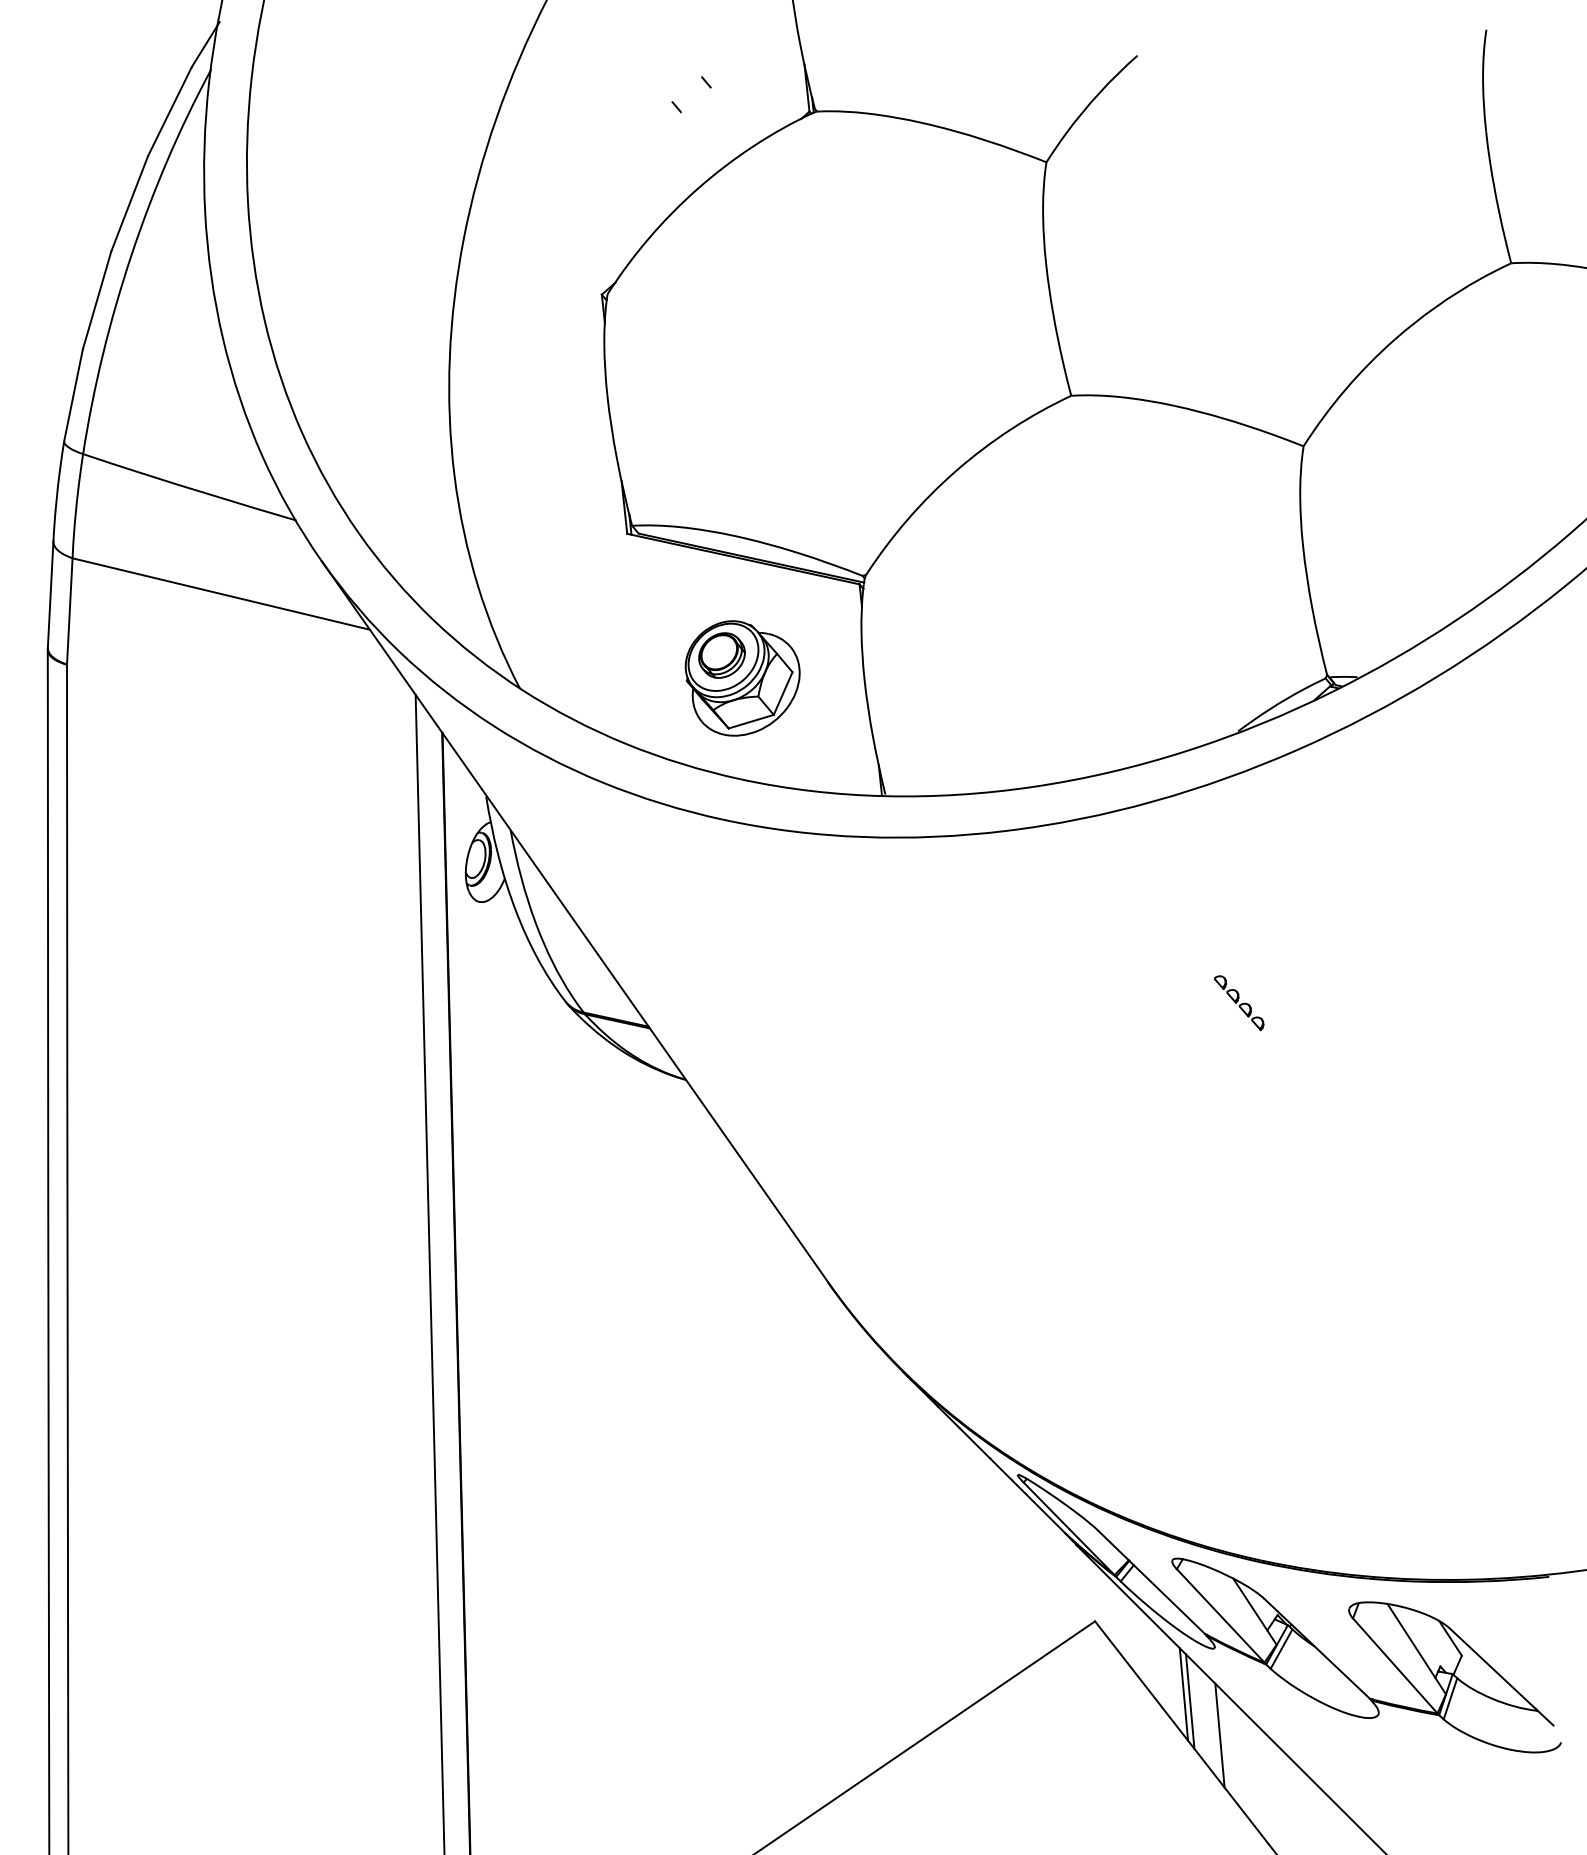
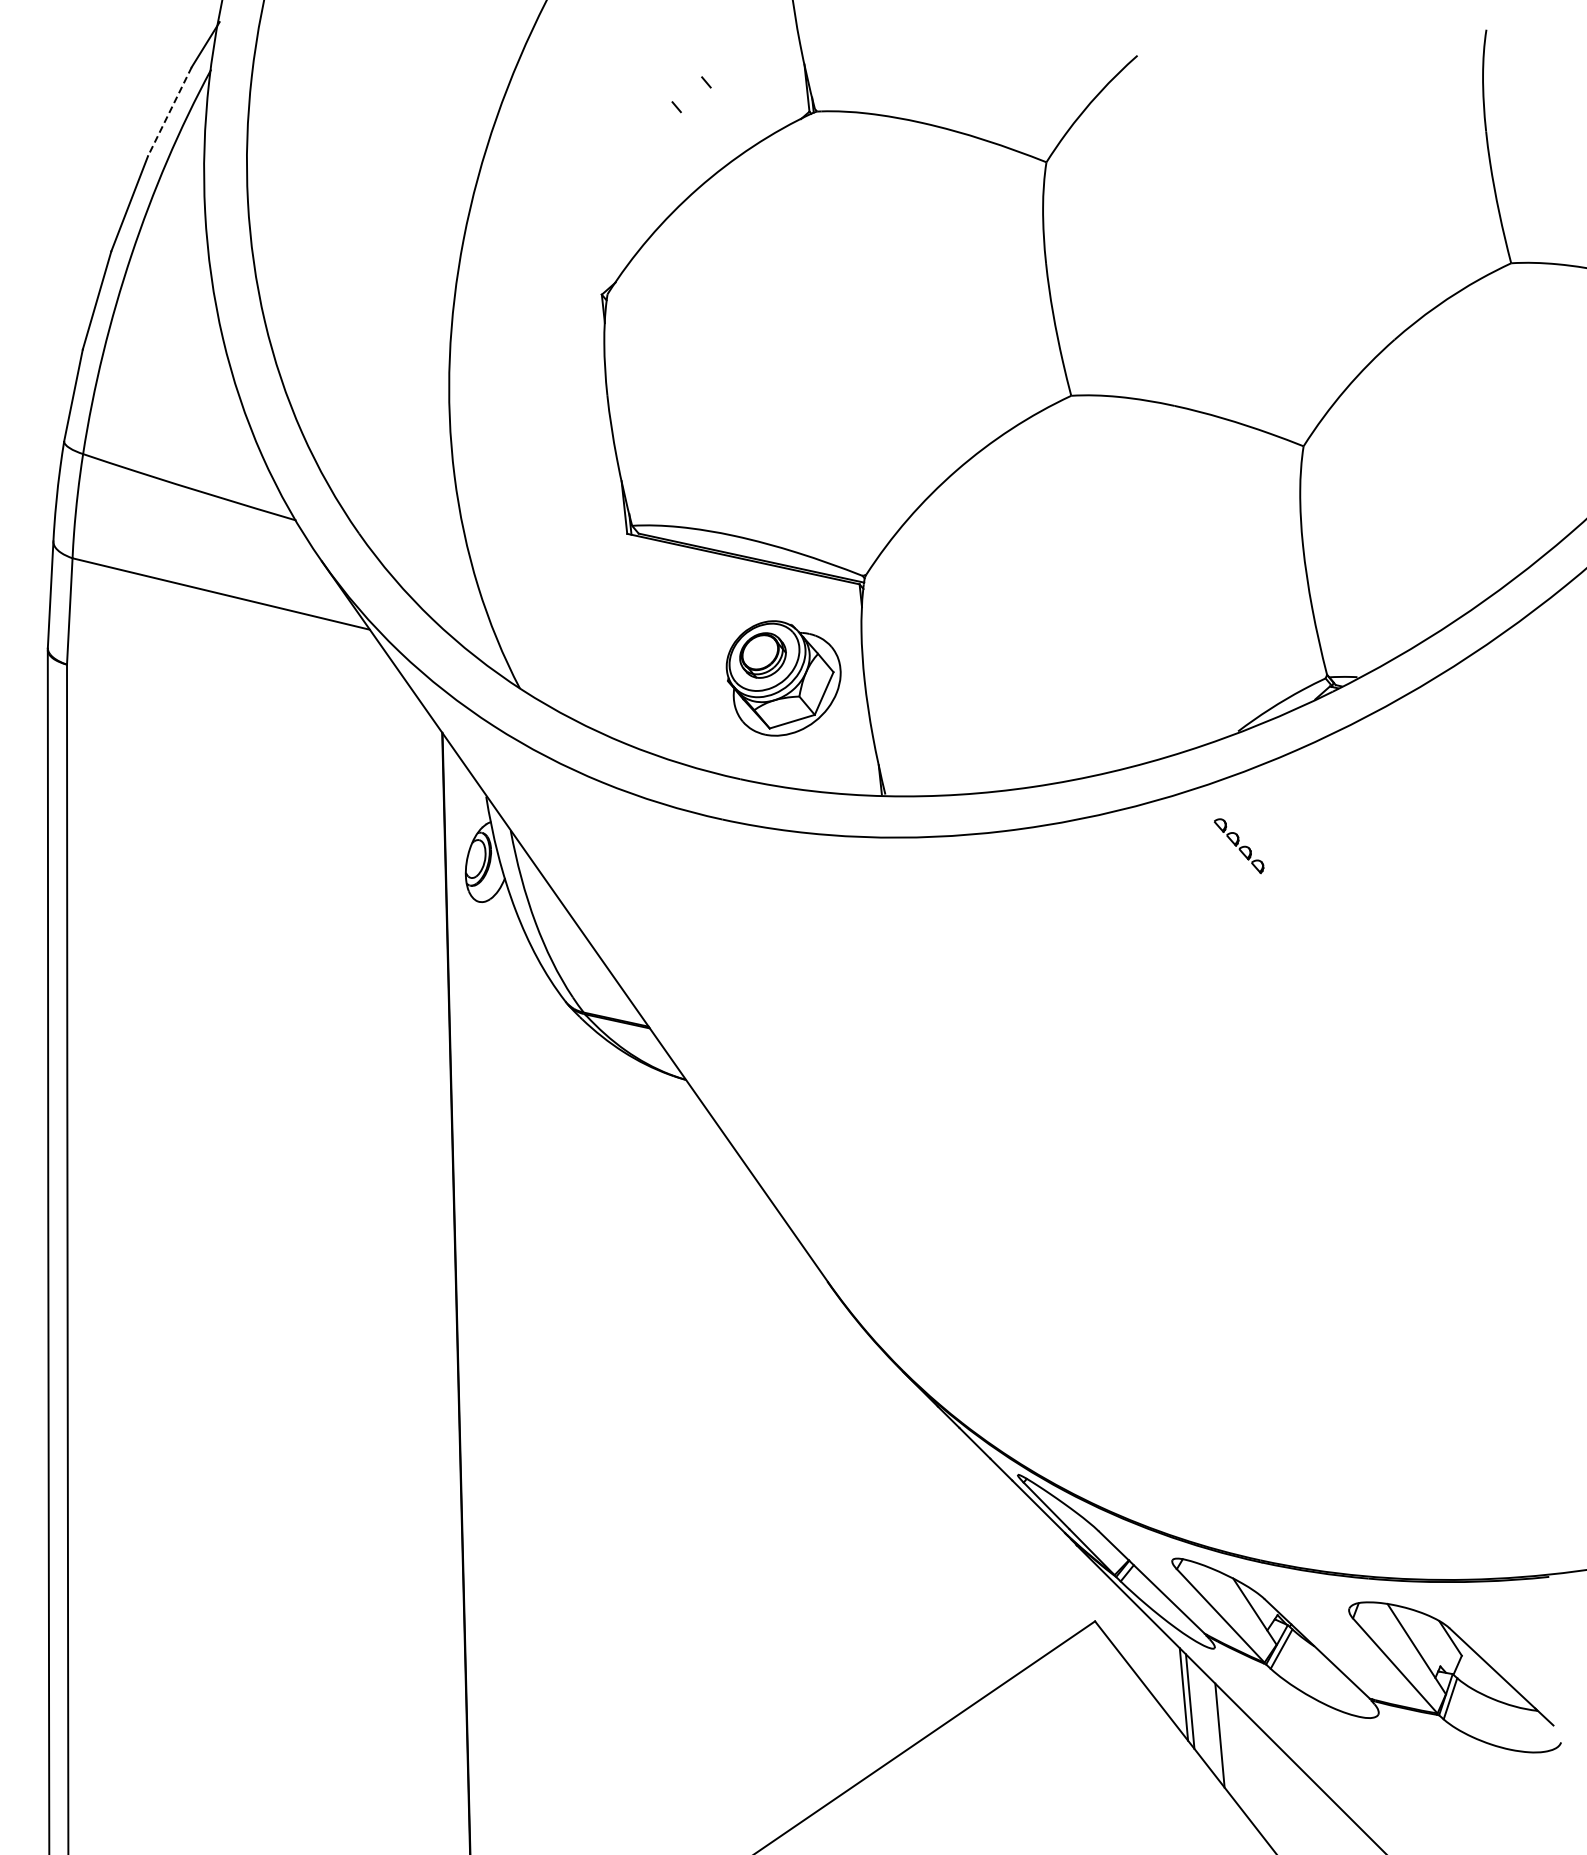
line at (169, 111): solid -> dashed
part at (742, 678) position: (742, 678) -> (783, 678)
part at (1238, 1003) position: (1238, 1003) -> (1238, 846)
line at (429, 1272): present -> none
